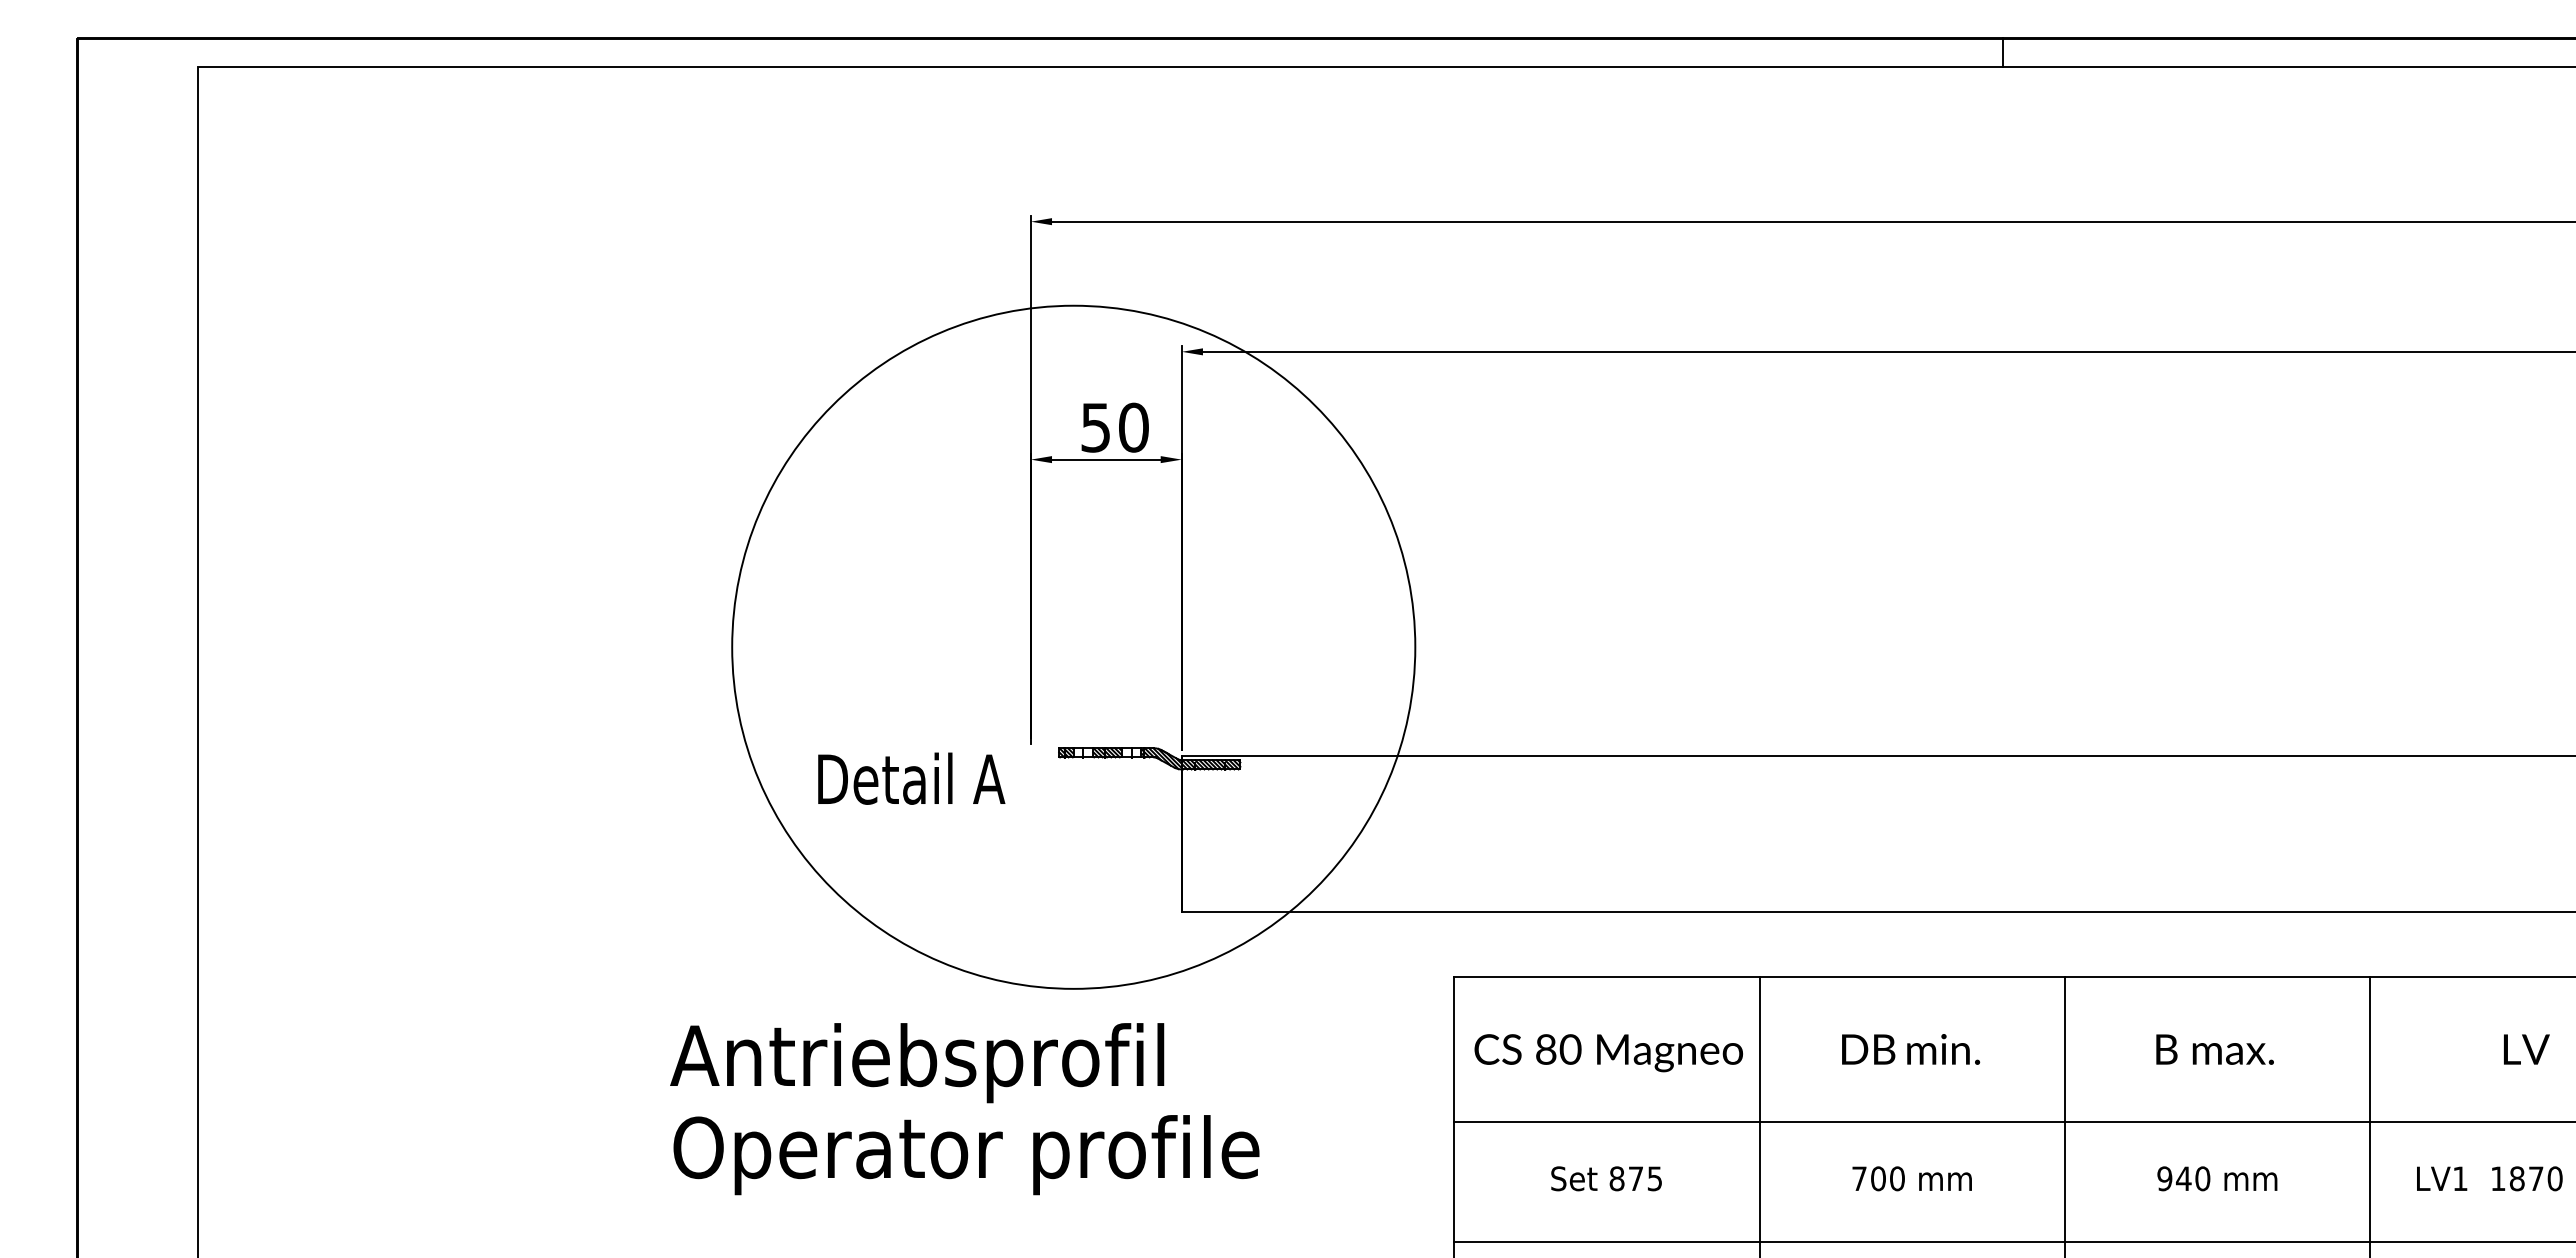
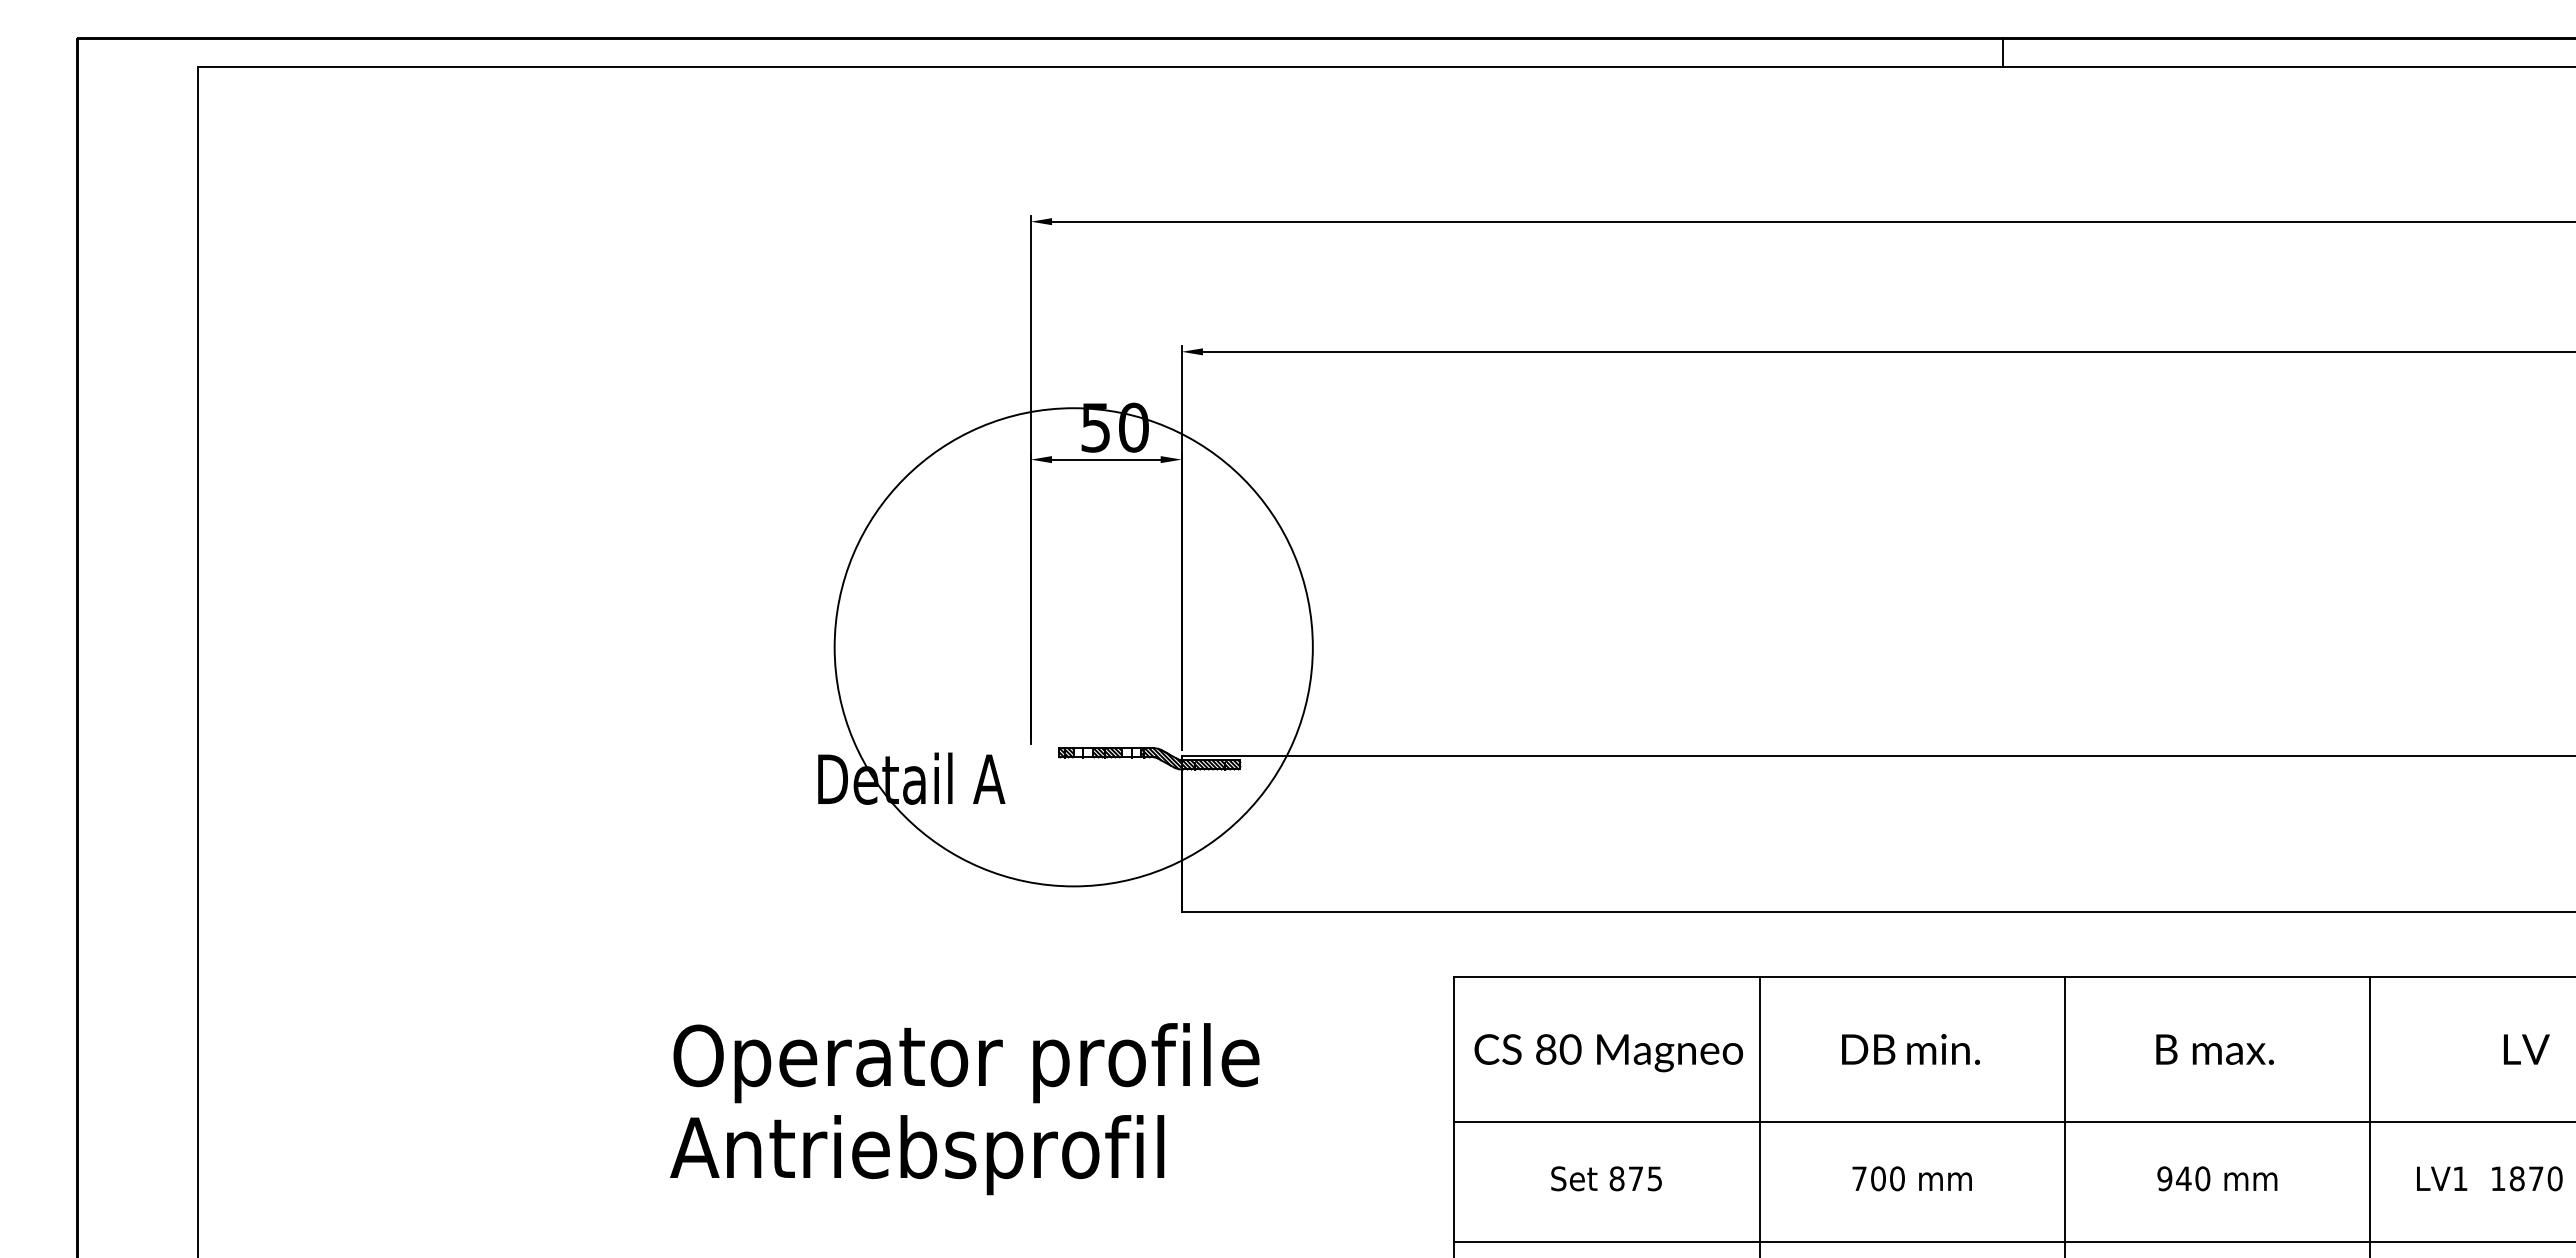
circle at (1073, 646) diameter: 683 px -> 478 px
text at (964, 1063): Antriebsprofil -> Operator profile
text at (964, 1155): Operator profile -> Antriebsprofil
